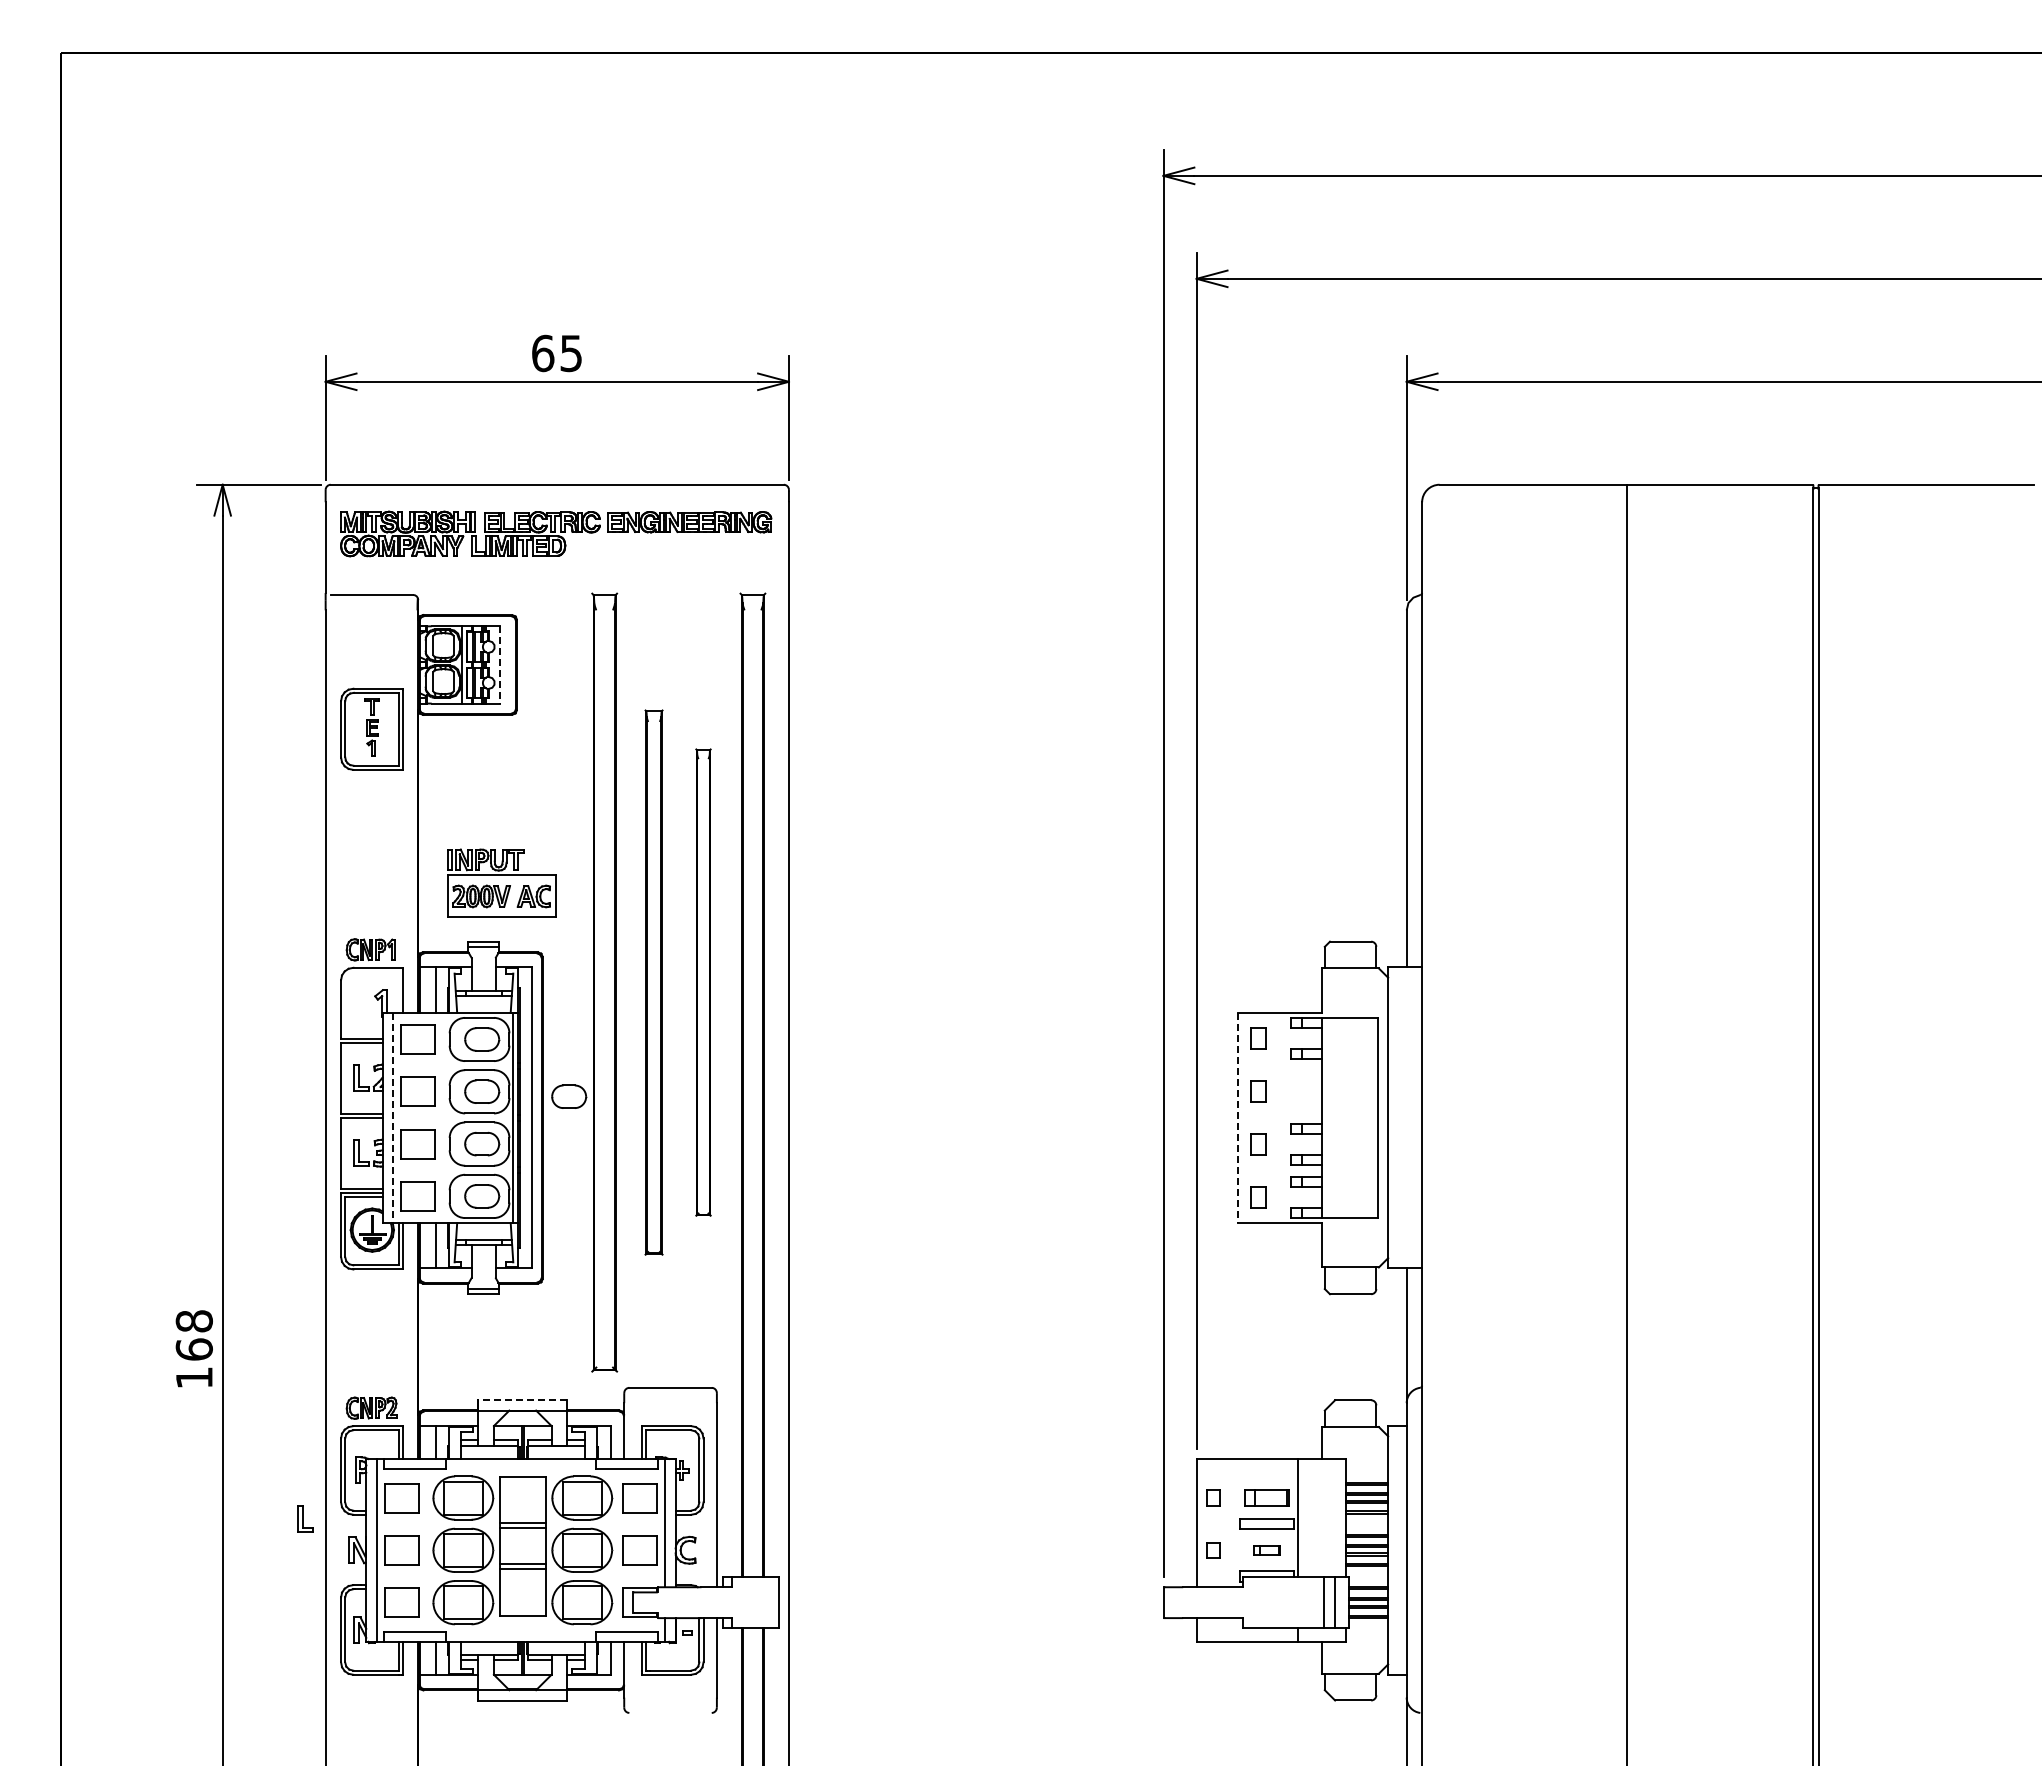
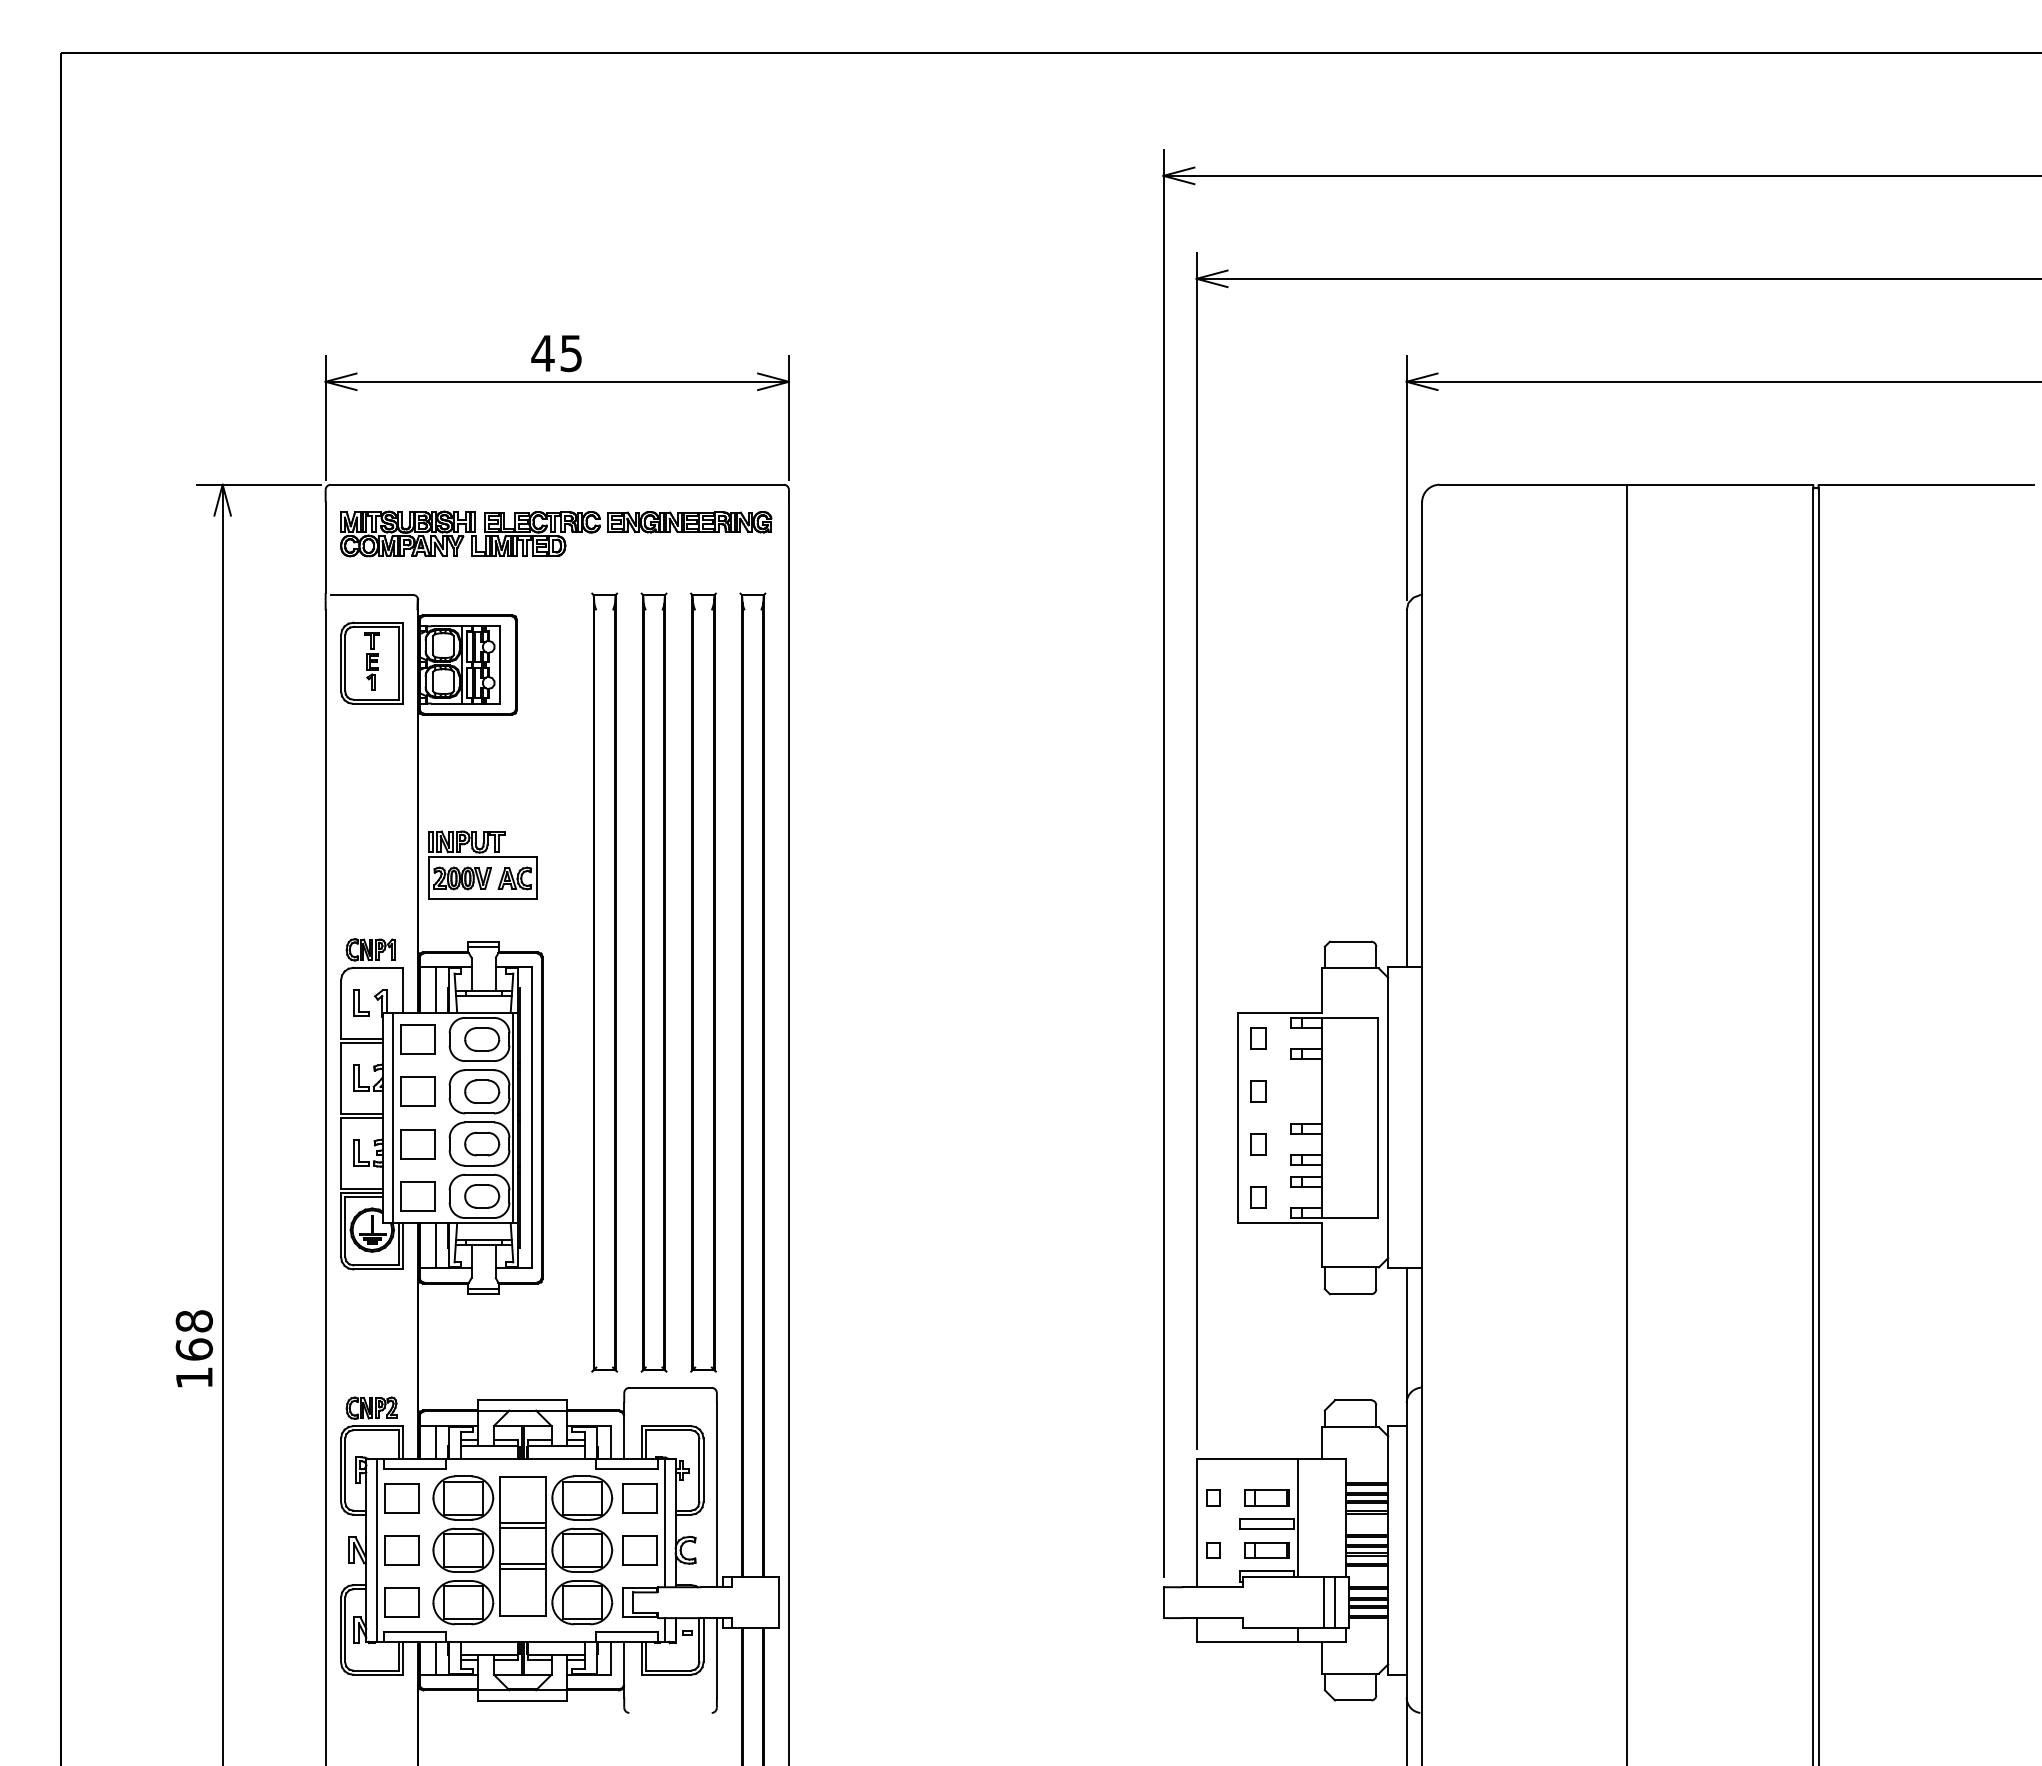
text at (542, 353): 65 -> 45
line at (499, 664): dashed -> solid
part at (371, 728) position: (371, 728) -> (371, 662)
part at (501, 882) position: (501, 882) -> (482, 864)
part at (653, 982) size: 20x547 px -> 28x781 px
part at (703, 982) size: 17x469 px -> 27x781 px
part at (569, 1096): present -> none
line at (392, 1118): dashed -> solid
line at (1237, 1118): dashed -> solid
line at (522, 1400): dashed -> solid
part at (305, 1518) position: (305, 1518) -> (361, 1002)
part at (1266, 1550) size: 28x11 px -> 46x17 px
